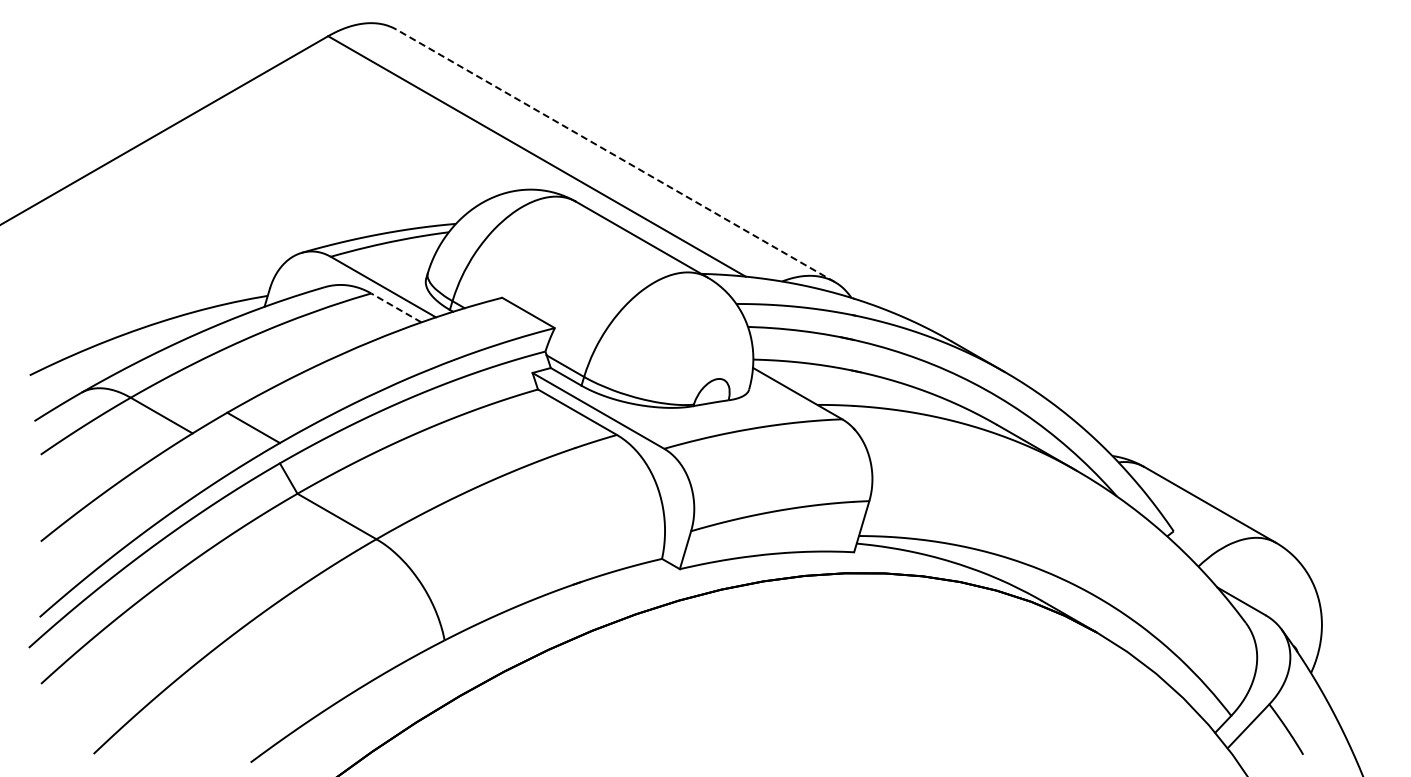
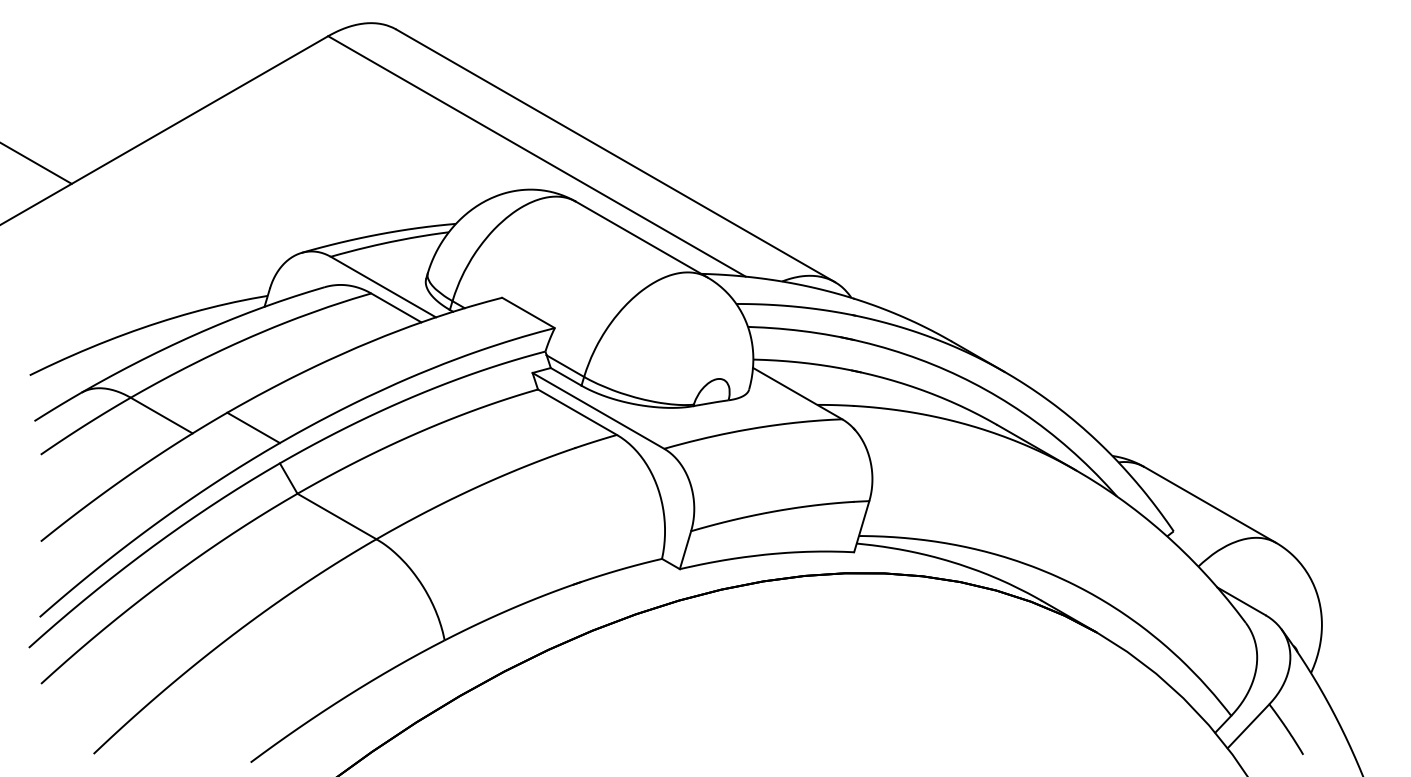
line at (615, 155): dashed -> solid
line at (36, 163): none -> present
line at (396, 307): dashed -> solid
